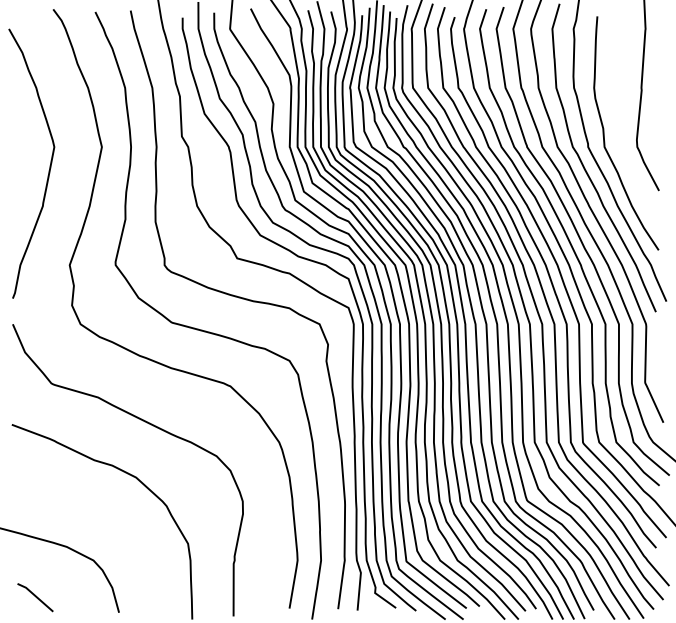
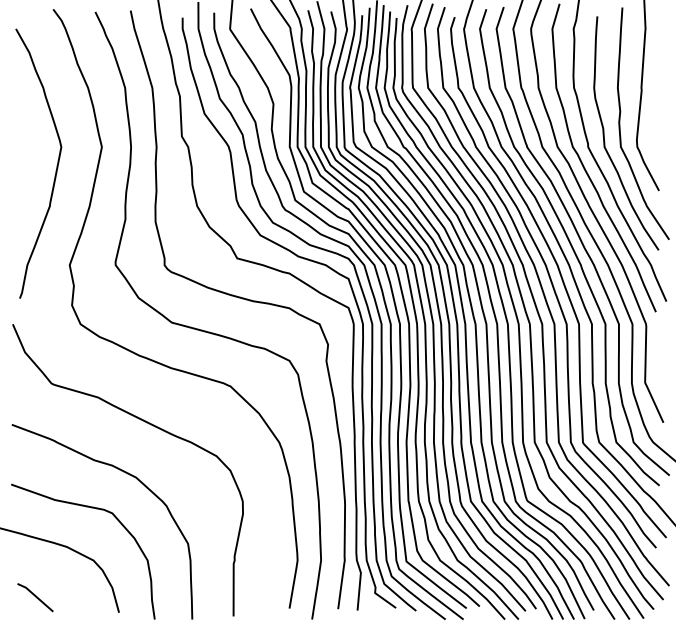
curve at (620, 123): none -> present
curve at (49, 165) position: (49, 165) -> (56, 165)
curve at (91, 508): none -> present
